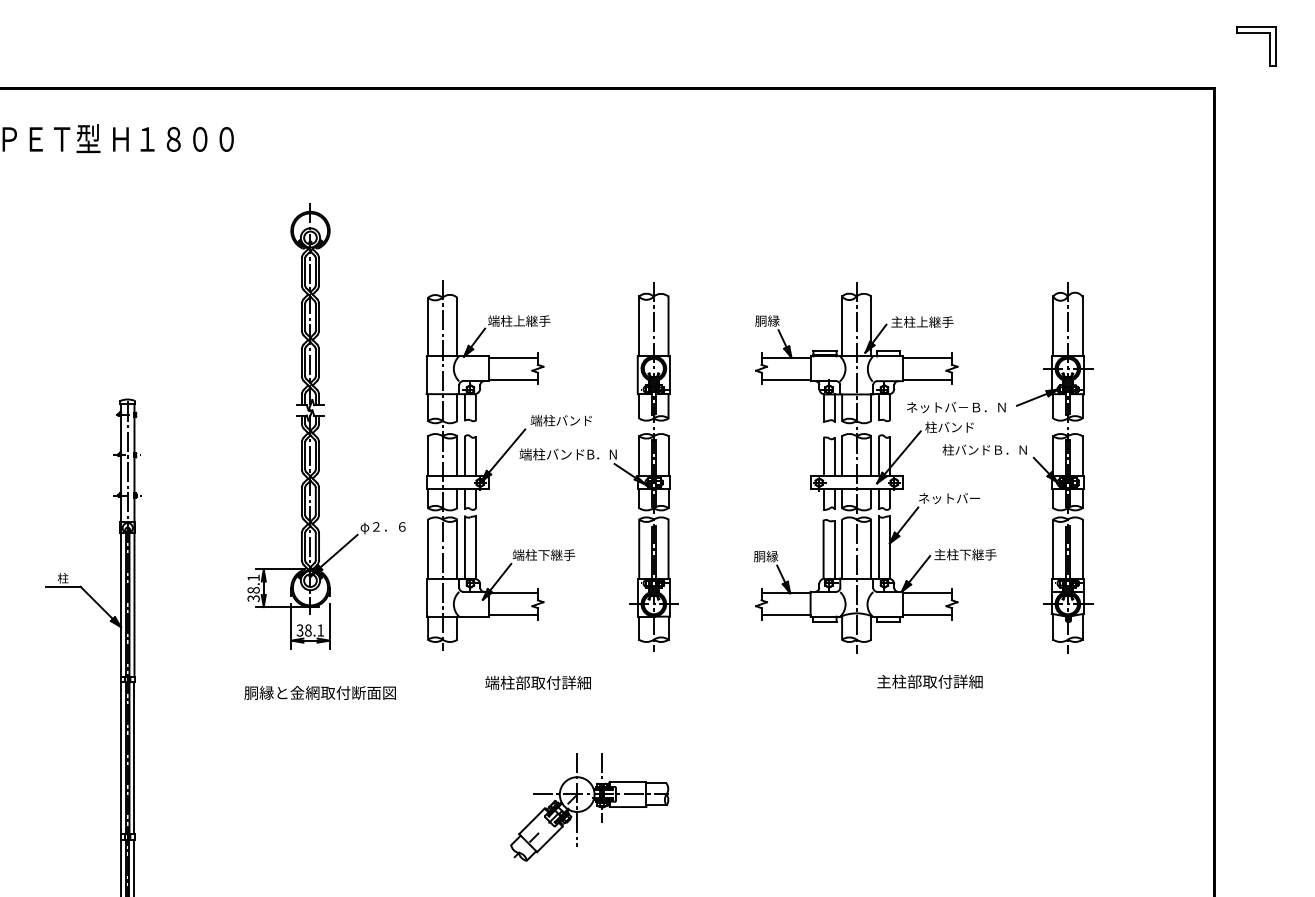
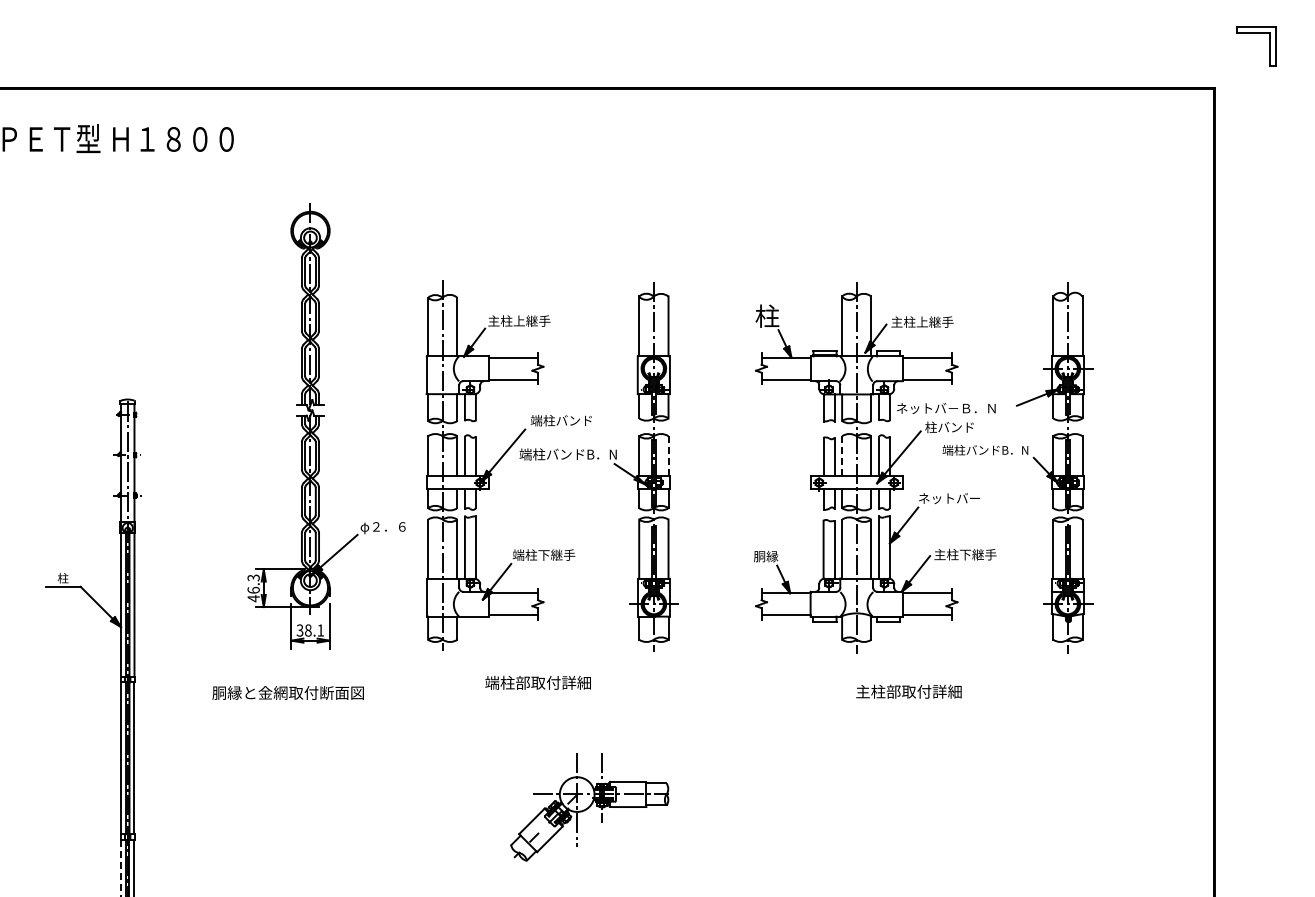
text at (767, 315): 胴縁 -> 柱
text at (493, 320): 端柱上継手 -> 主柱上継手
text at (956, 407) position: (956, 407) -> (946, 408)
text at (985, 449): 柱バンドＢ．Ｎ -> 端柱バンドB．N
line at (668, 456): solid -> dashed
line at (842, 456): solid -> dashed
text at (253, 588): 38.1 -> 46.3
text at (929, 681) position: (929, 681) -> (908, 691)
text at (319, 692) position: (319, 692) -> (287, 692)
line at (121, 868): solid -> dashed
